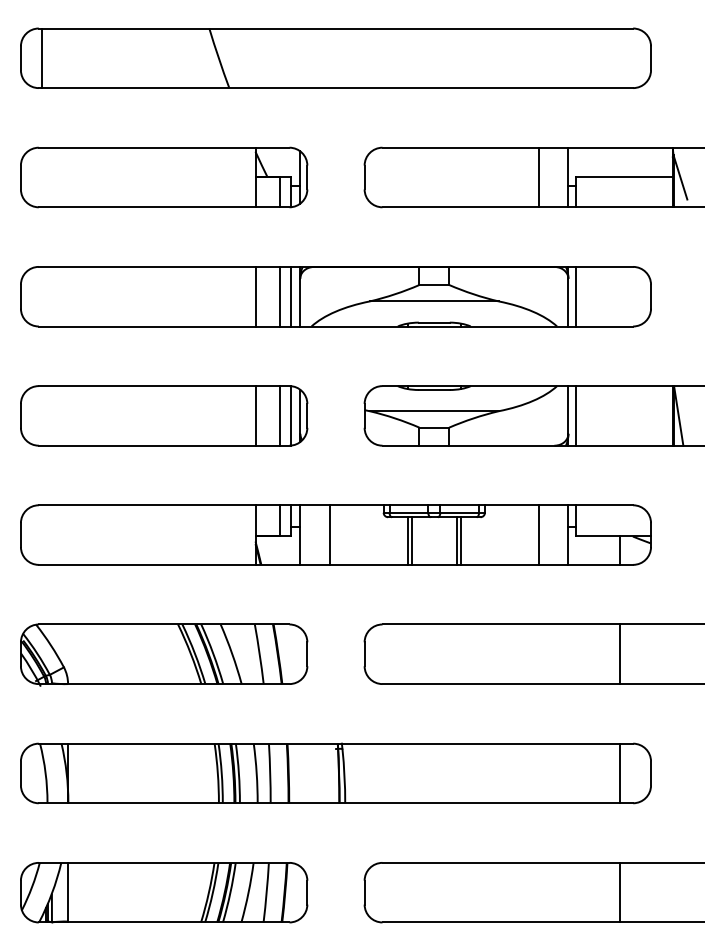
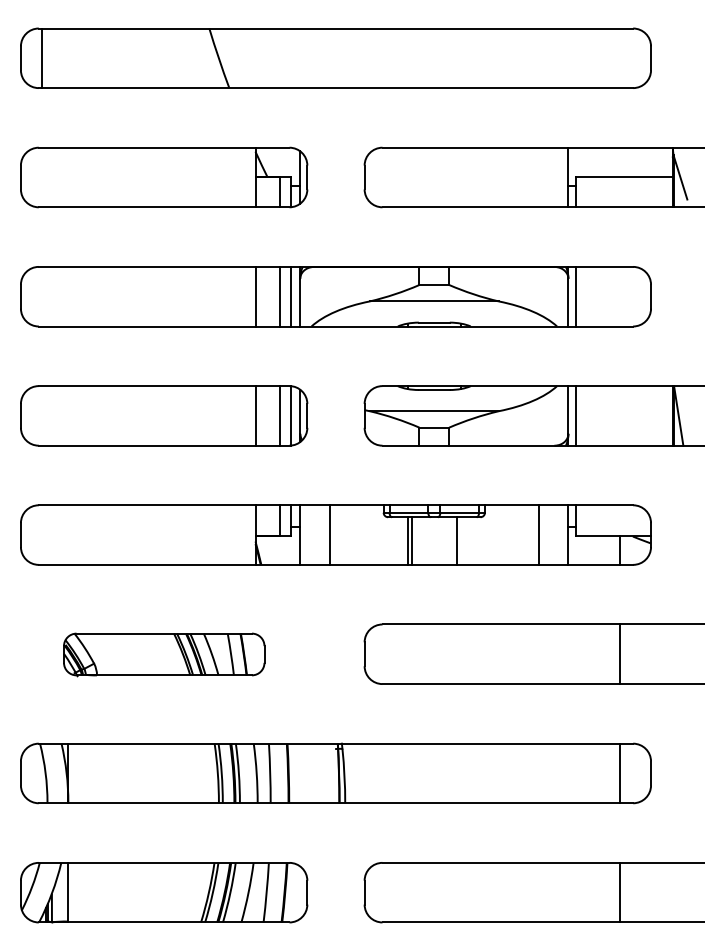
line at (538, 177): present -> none
line at (461, 540): present -> none
part at (164, 654) size: 289x64 px -> 203x46 px
